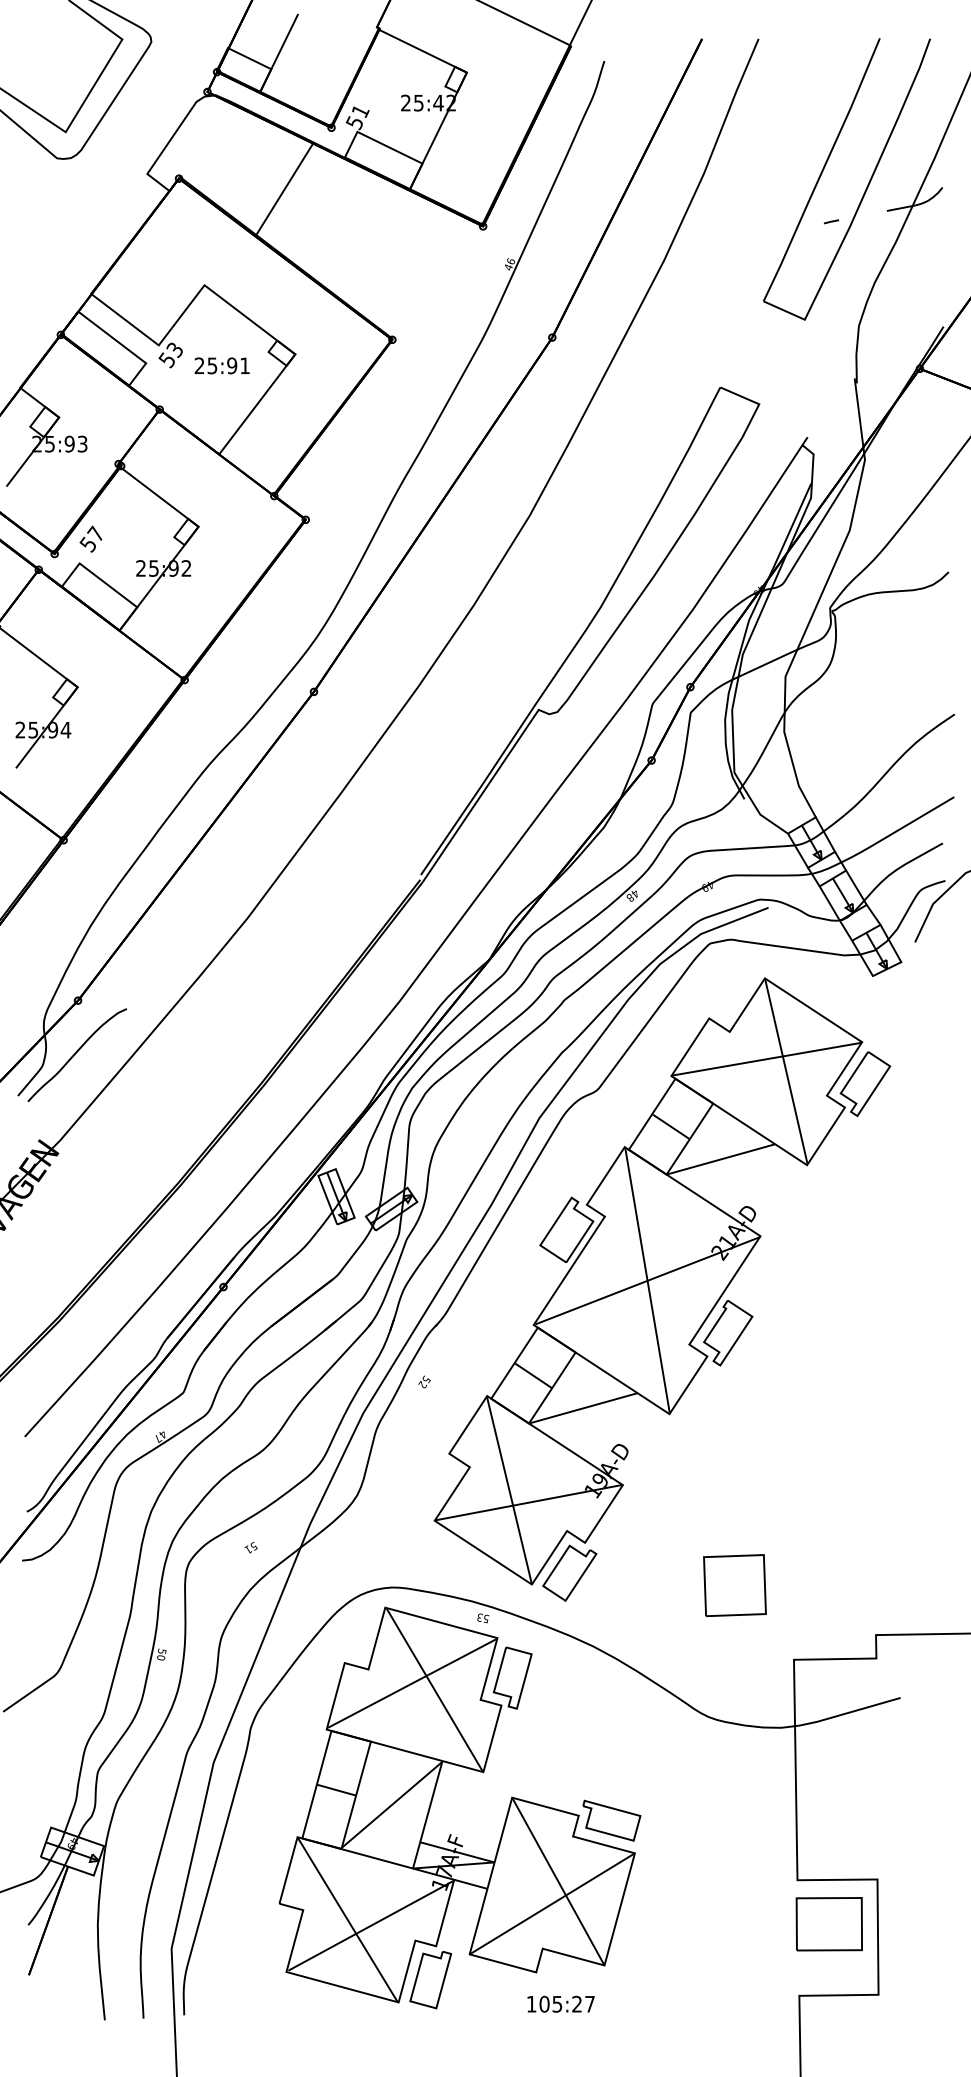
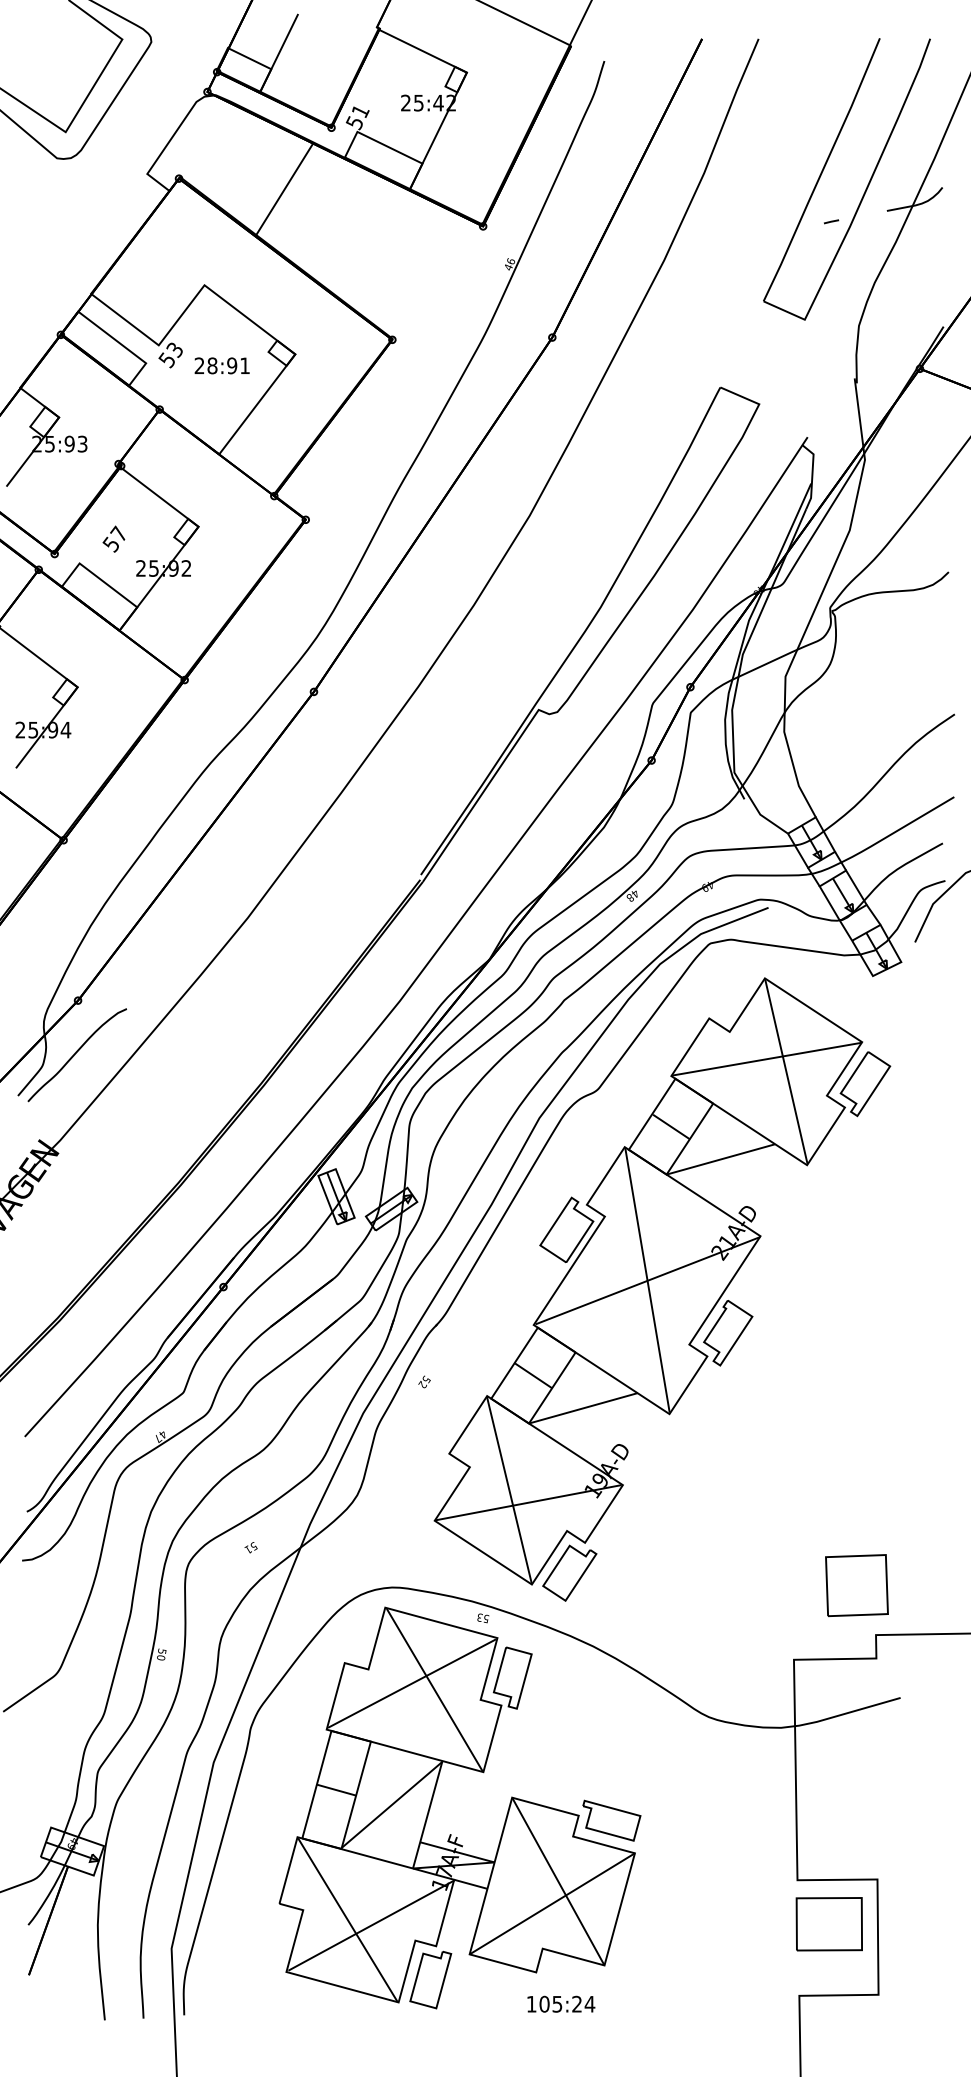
text at (212, 365): 25:91 -> 28:91
text at (90, 538) position: (90, 538) -> (113, 538)
part at (734, 1585) position: (734, 1585) -> (856, 1585)
text at (589, 2004): 105:27 -> 105:24
